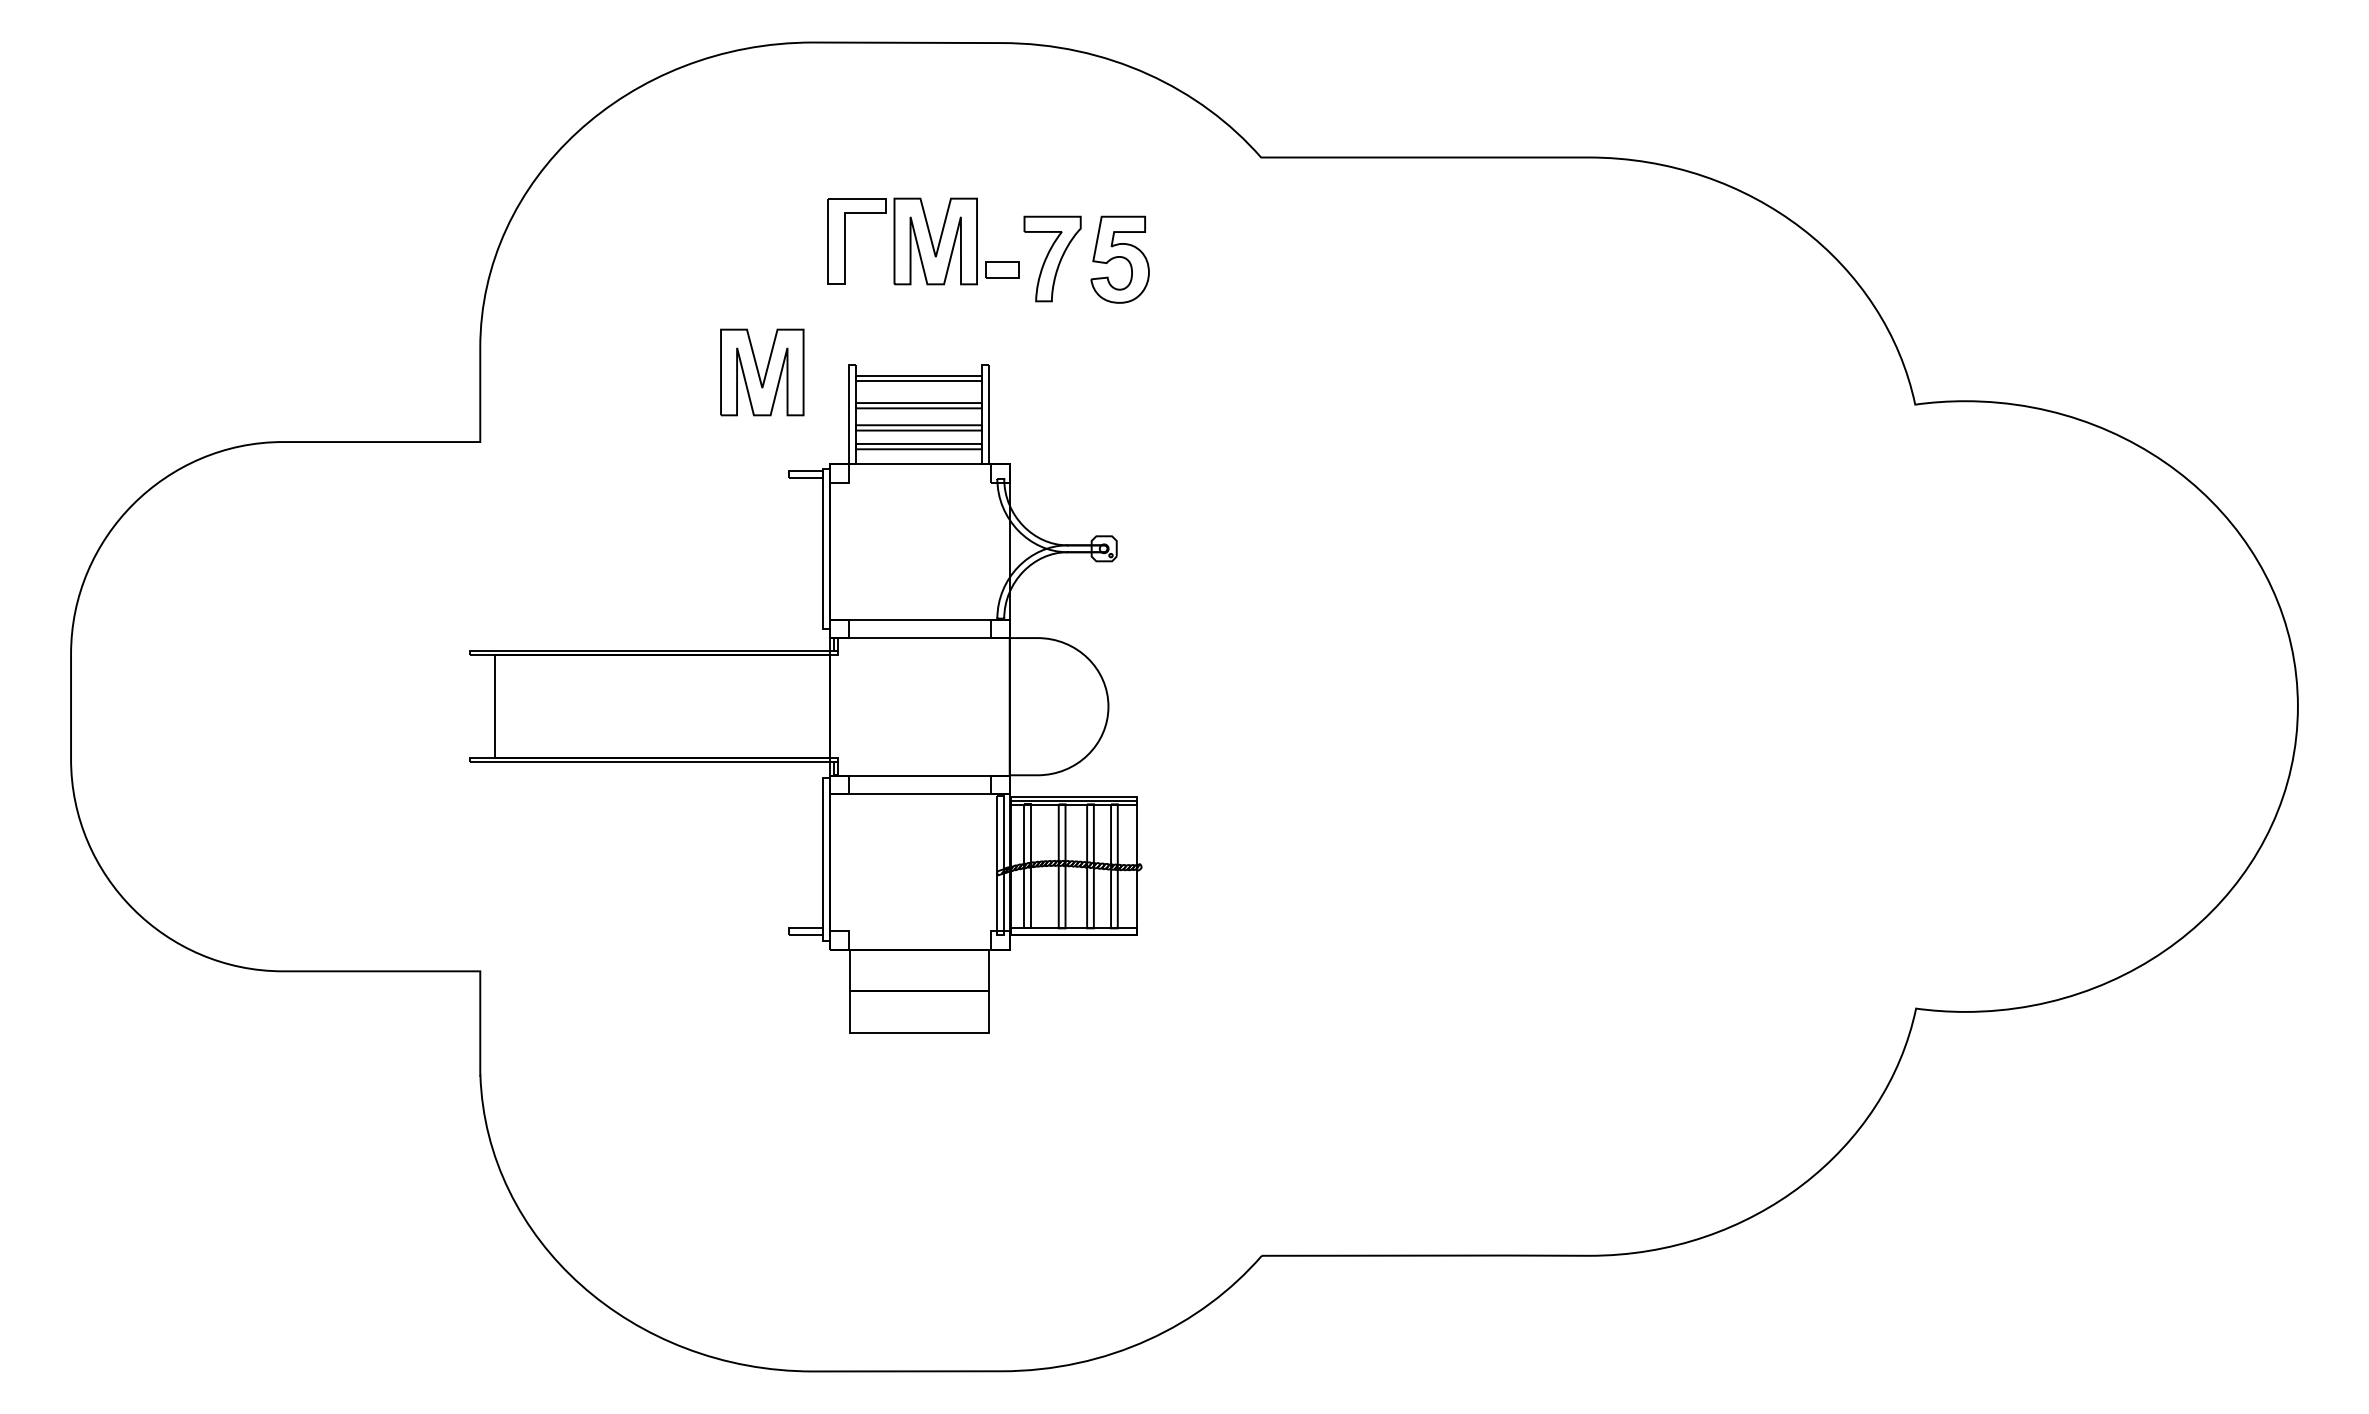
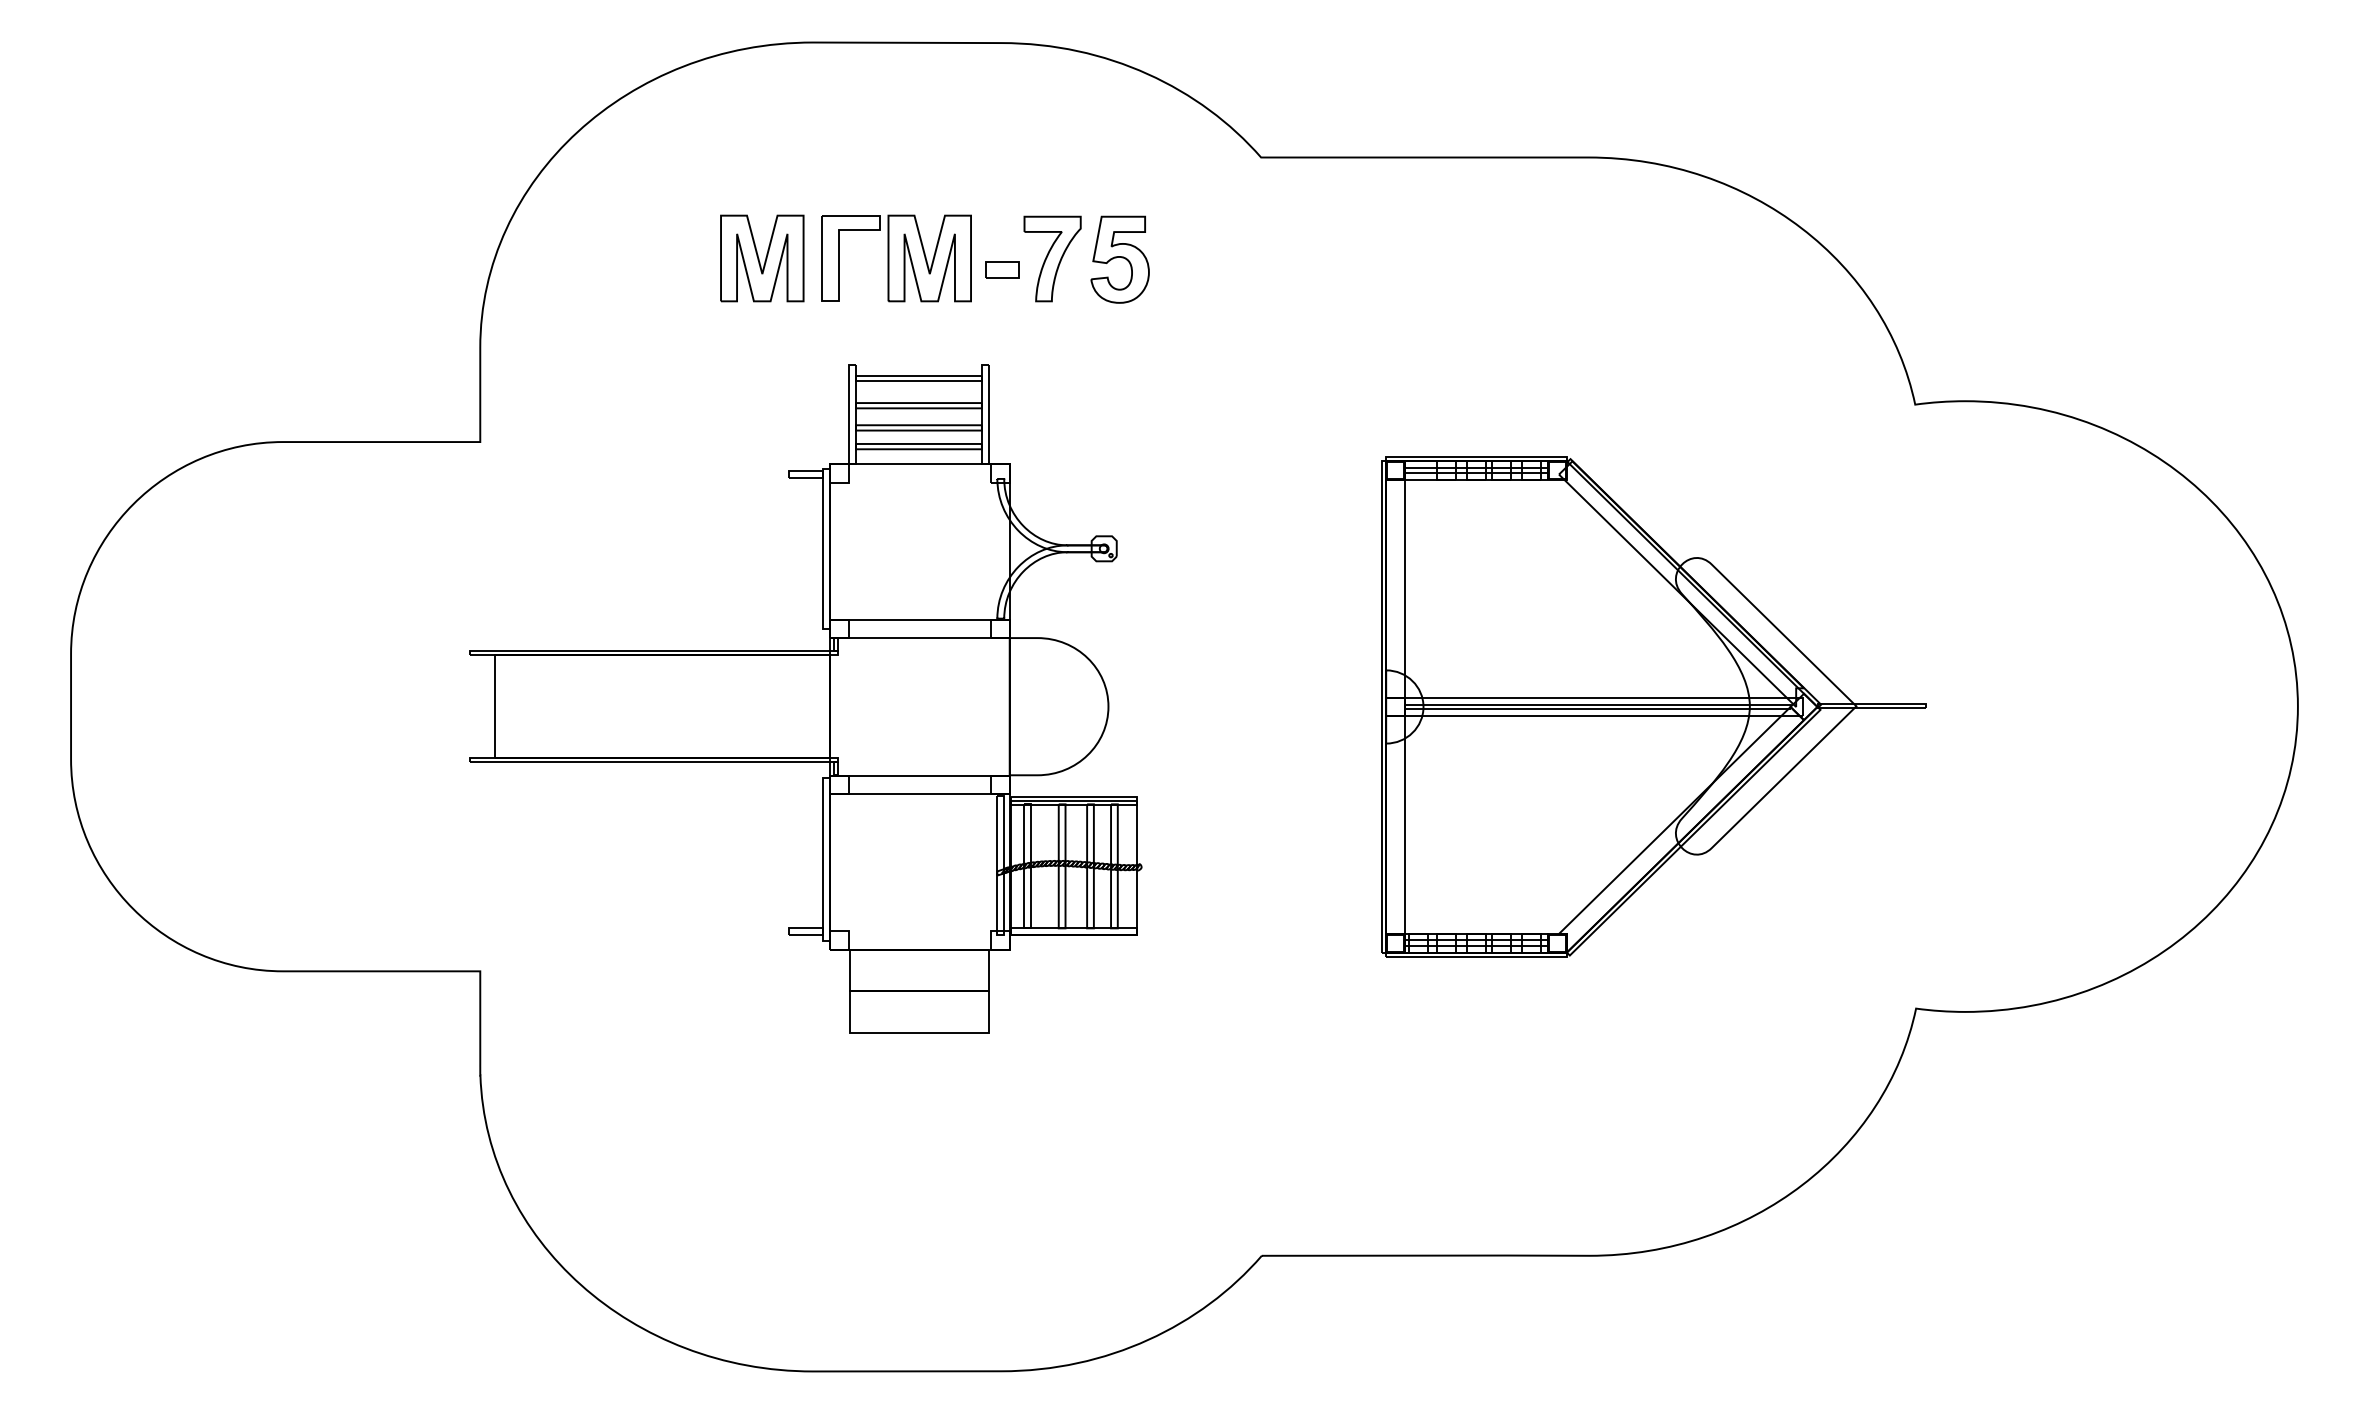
part at (902, 241) position: (902, 241) -> (896, 258)
part at (762, 372) position: (762, 372) -> (762, 258)
part at (1653, 706): none -> present
